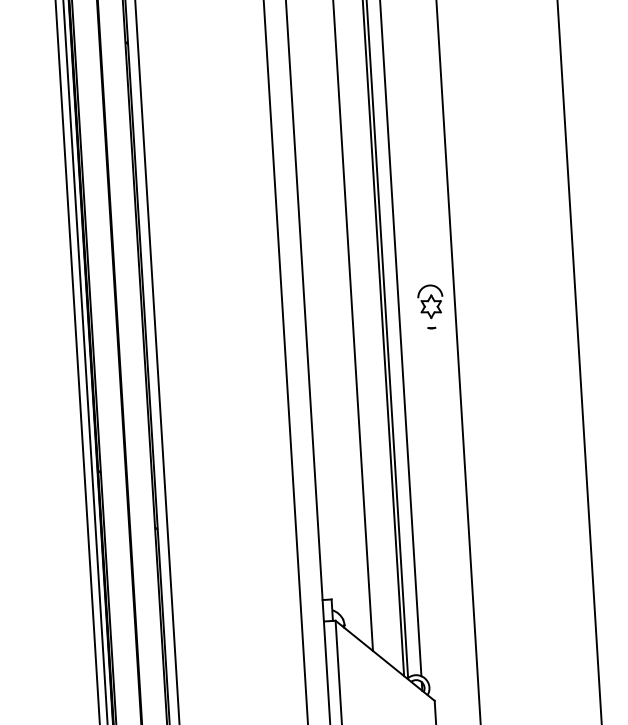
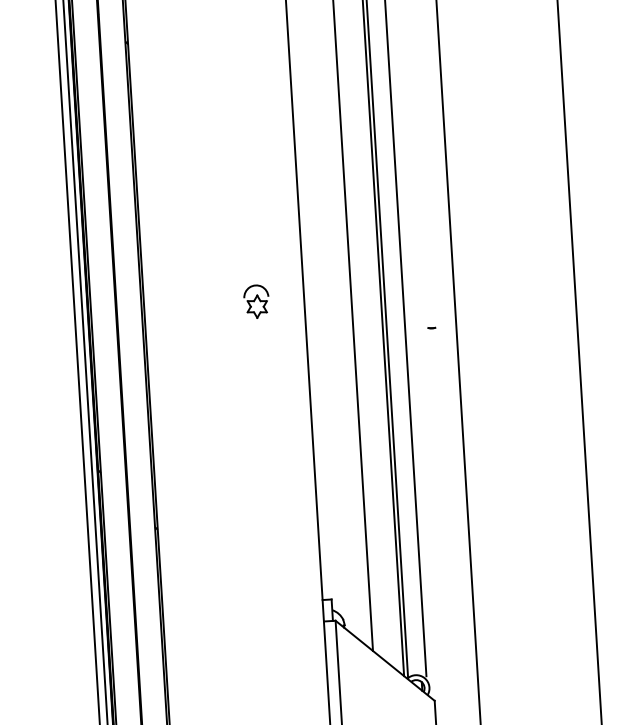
part at (430, 301) position: (430, 301) -> (256, 301)
line at (400, 339) position: (400, 339) -> (405, 339)
line at (157, 361): present -> none
line at (285, 361): present -> none
